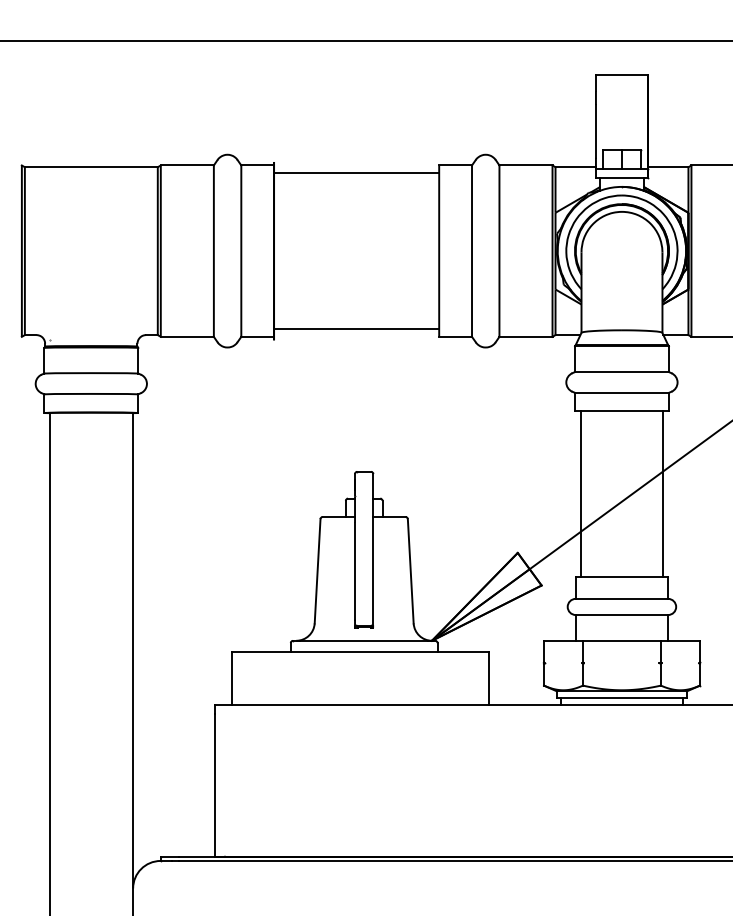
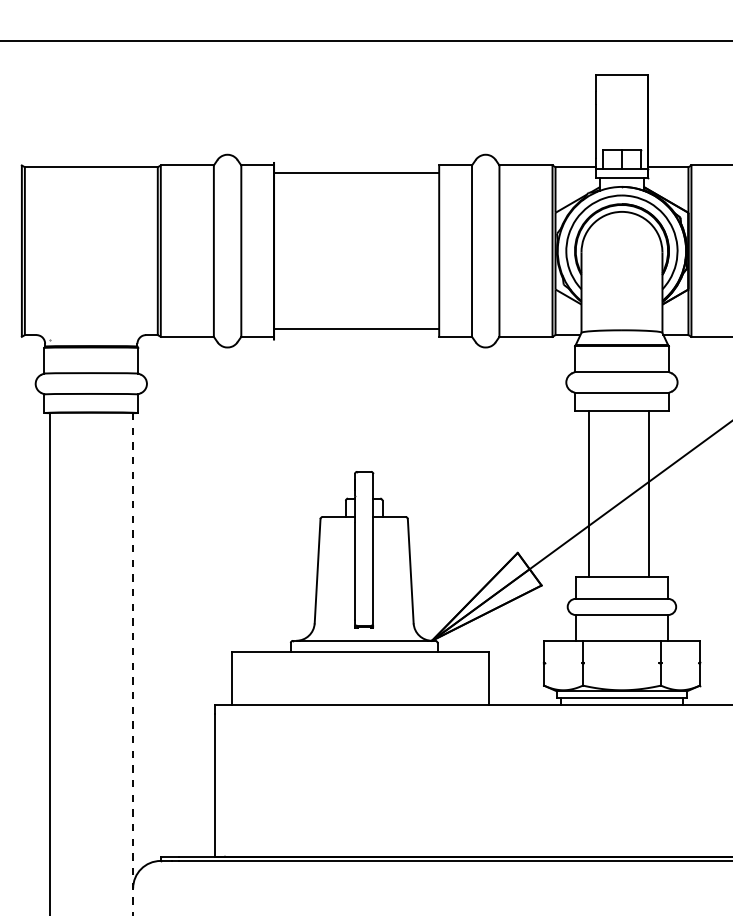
line at (580, 493) position: (580, 493) -> (588, 493)
line at (663, 493) position: (663, 493) -> (649, 493)
line at (132, 664): solid -> dashed
